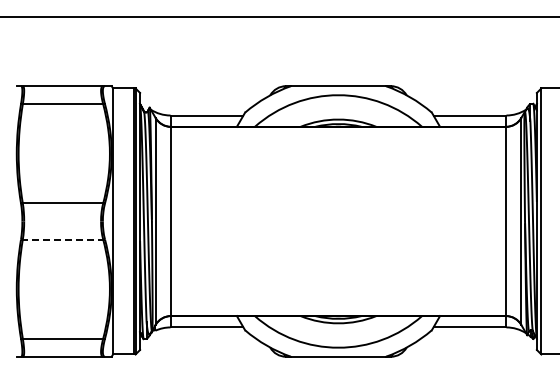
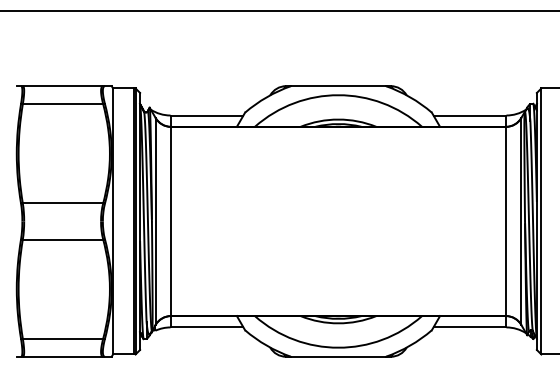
line at (279, 17) position: (279, 17) -> (279, 11)
line at (63, 239): dashed -> solid
